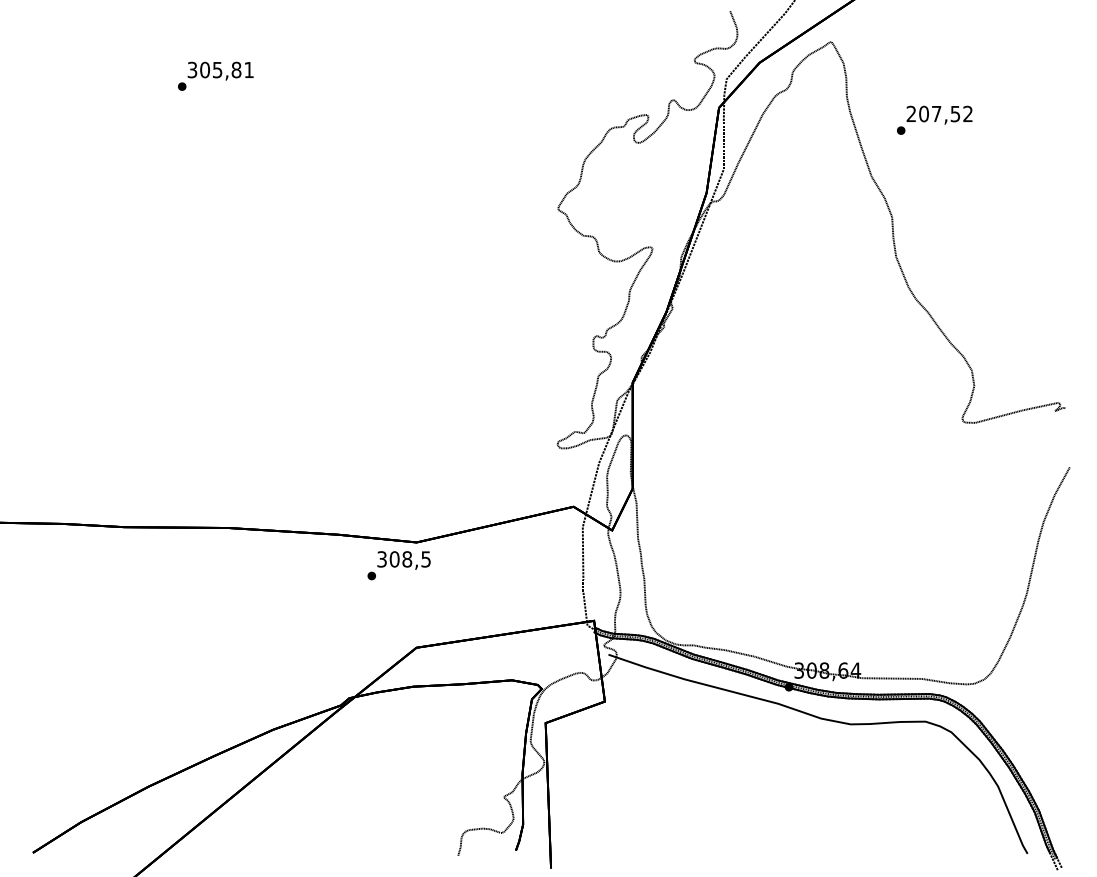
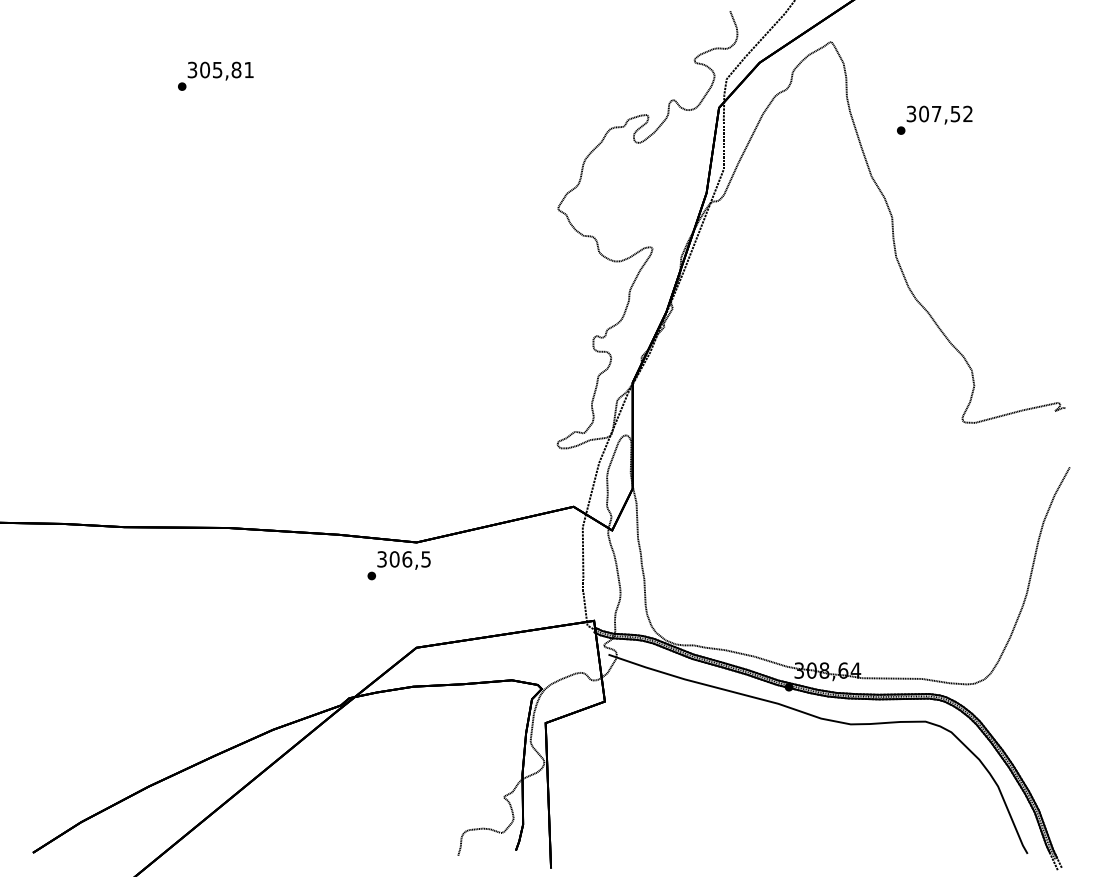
text at (911, 114): 207,52 -> 307,52
text at (407, 559): 308,5 -> 306,5
